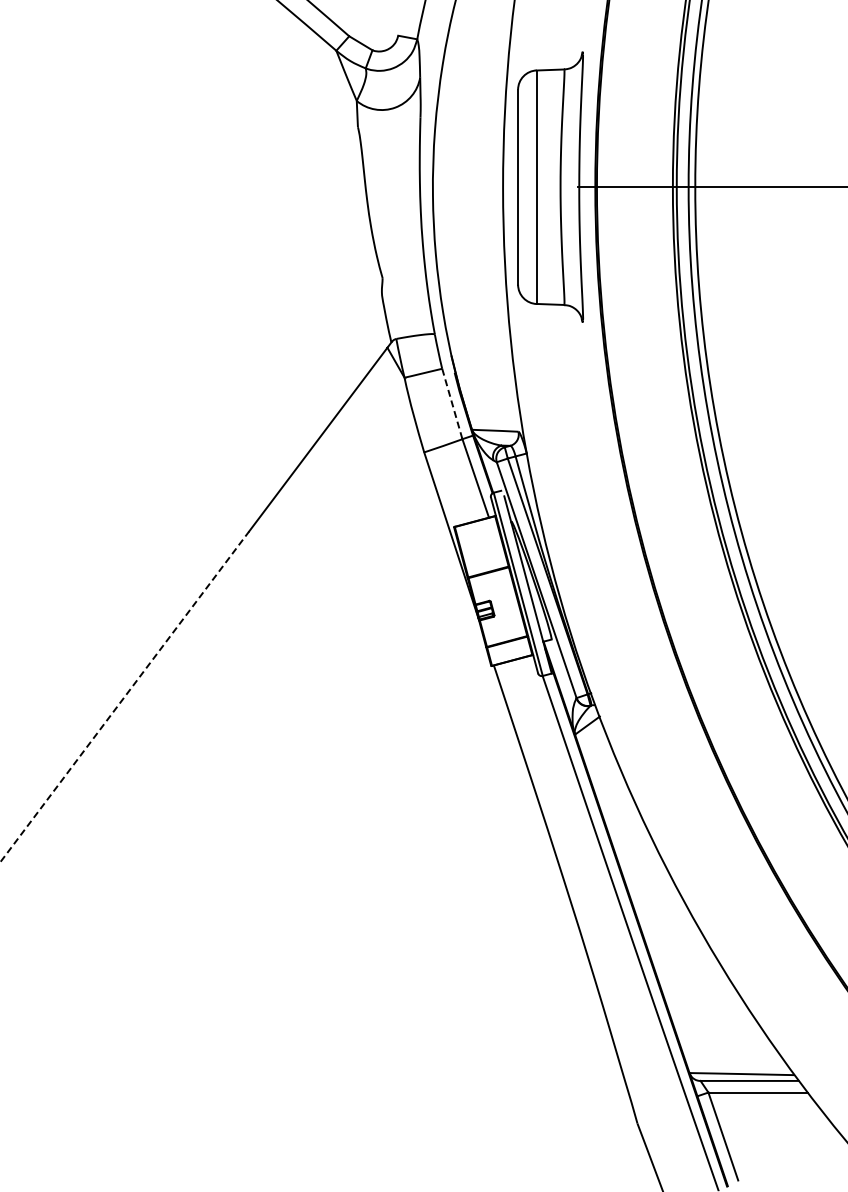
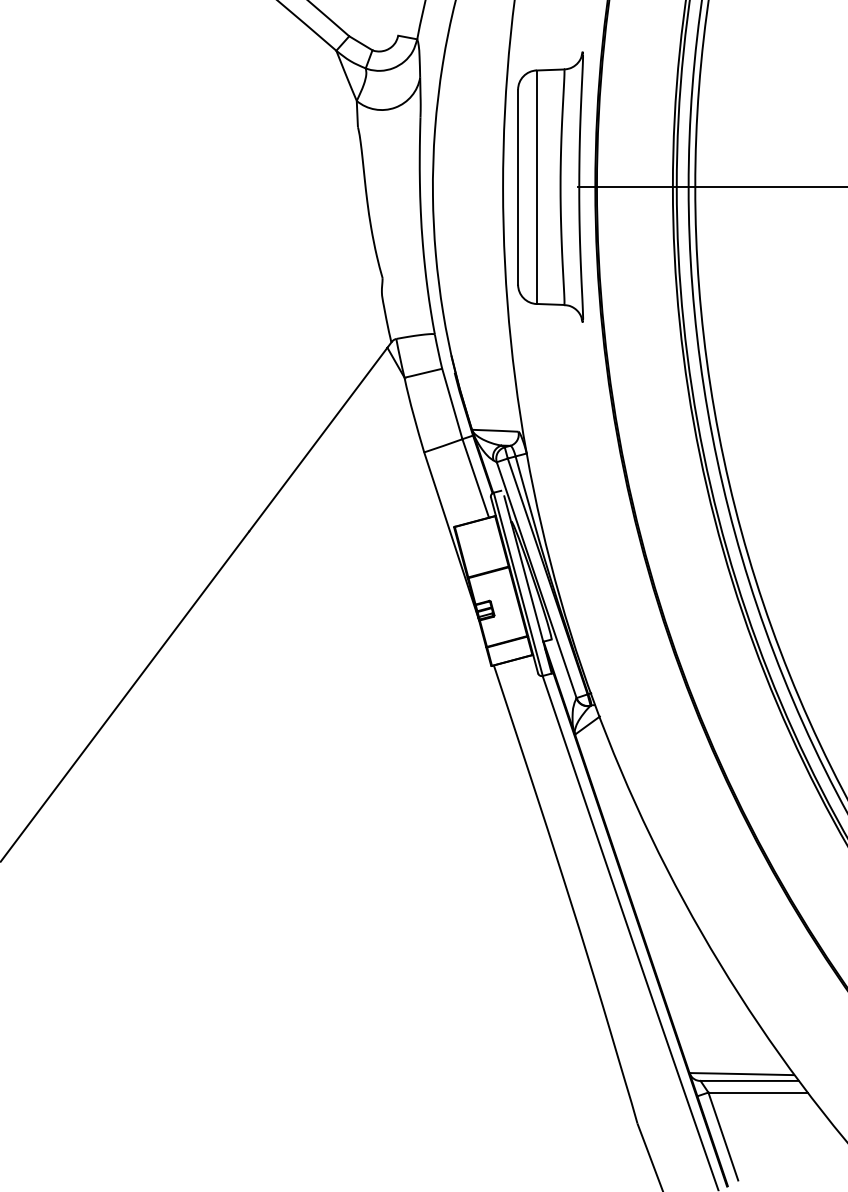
line at (452, 404): dashed -> solid
line at (124, 696): dashed -> solid
